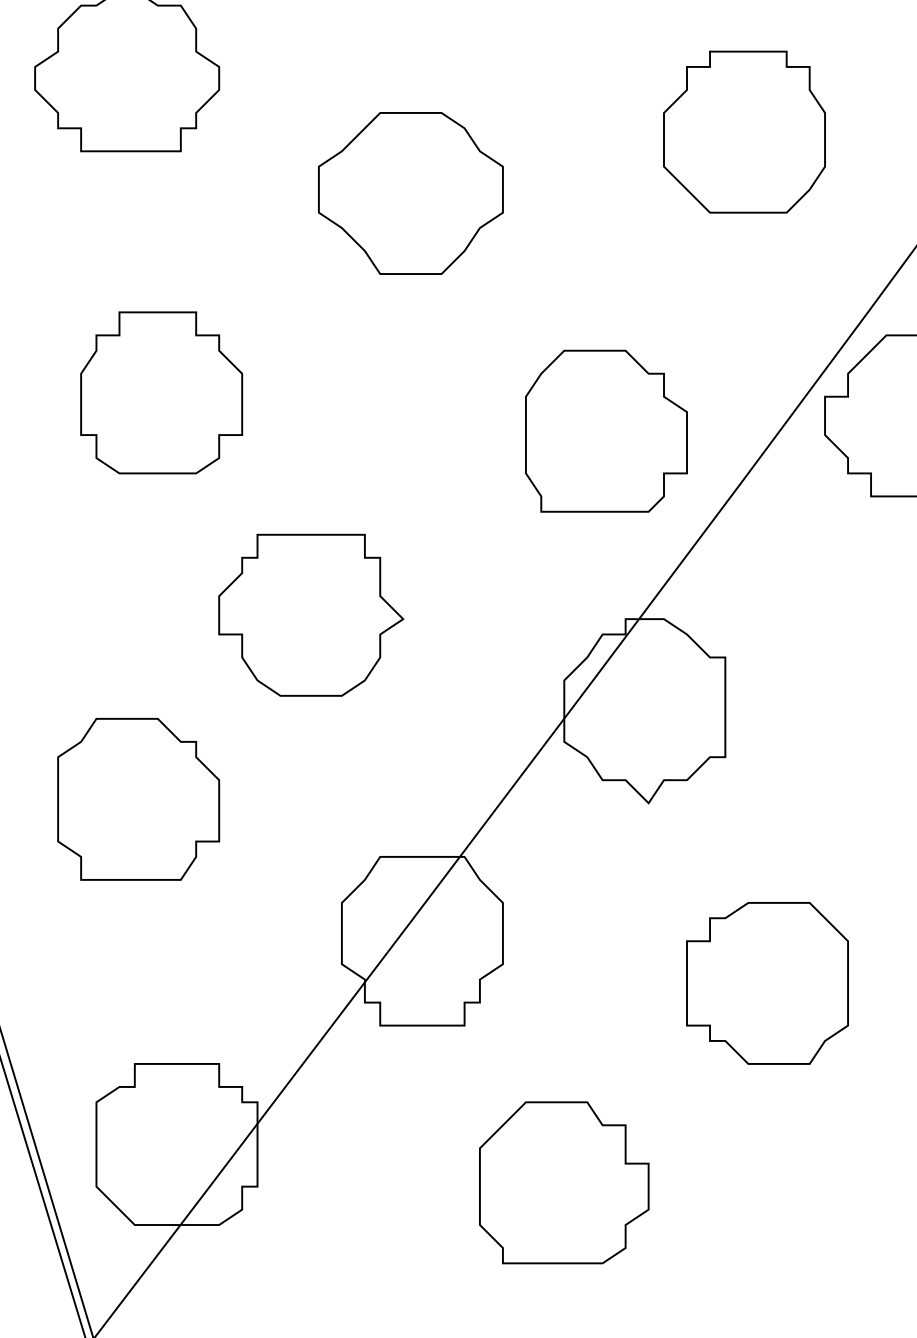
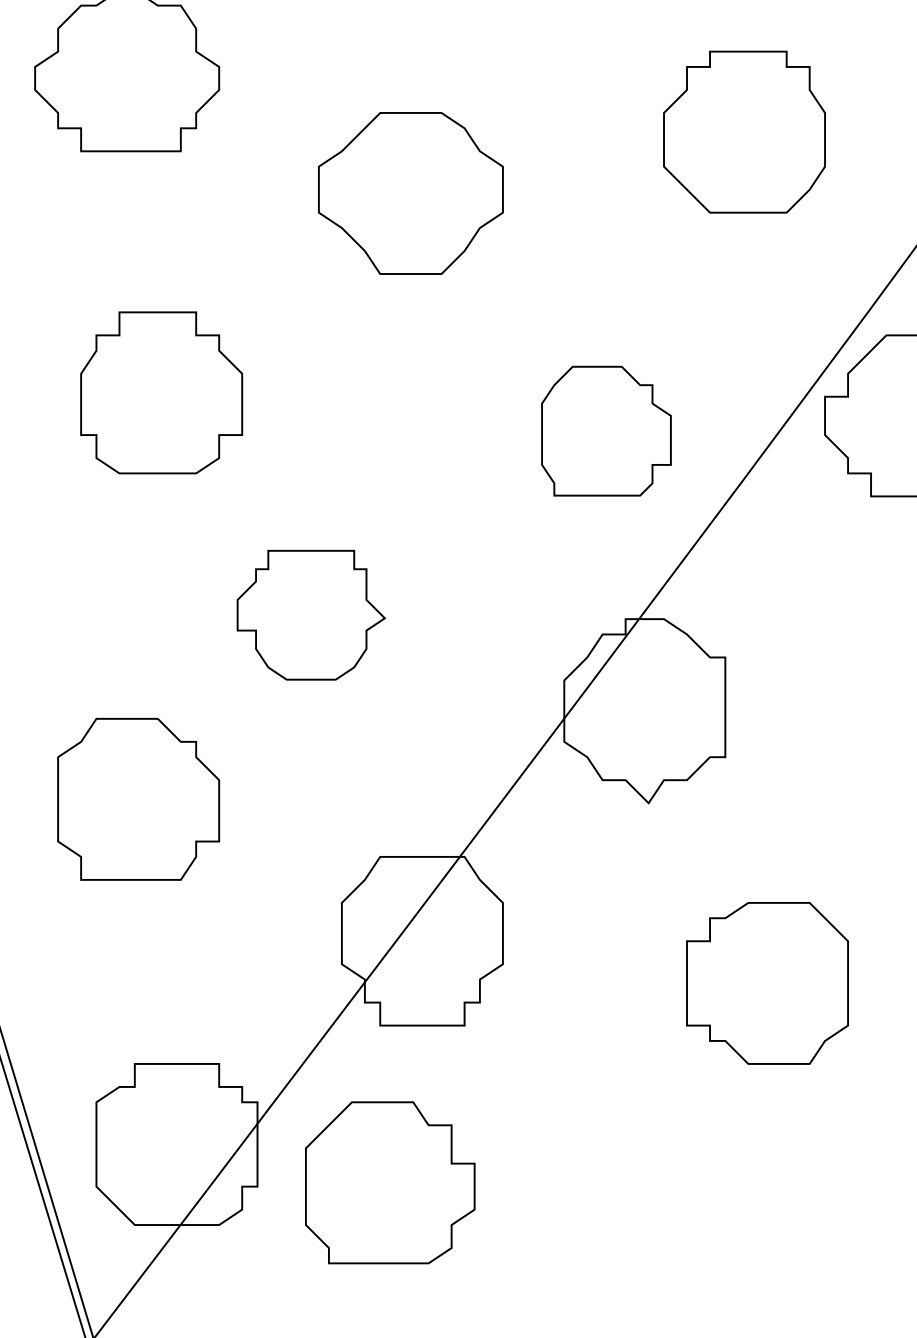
part at (606, 430) size: 163x164 px -> 131x132 px
part at (311, 614) size: 187x164 px -> 151x132 px
part at (564, 1182) position: (564, 1182) -> (390, 1182)
